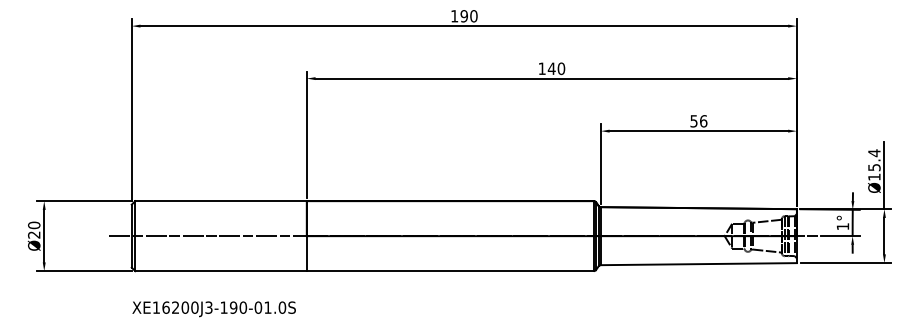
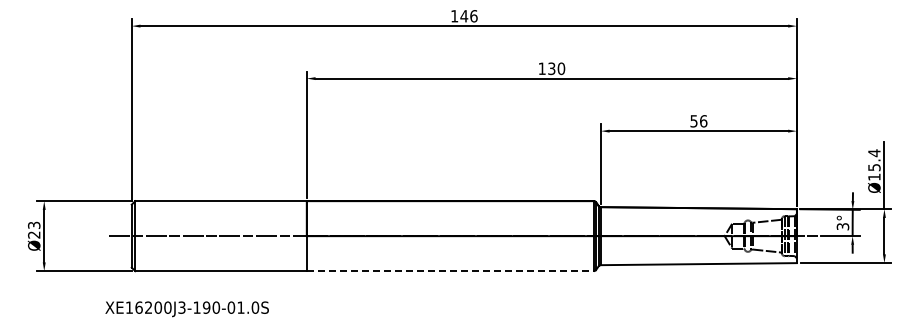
text at (468, 16): 190 -> 146
text at (551, 68): 140 -> 130
text at (34, 225): Ø20 -> Ø23
text at (842, 226): 1° -> 3°
line at (450, 271): solid -> dashed
text at (213, 309) position: (213, 309) -> (186, 309)
